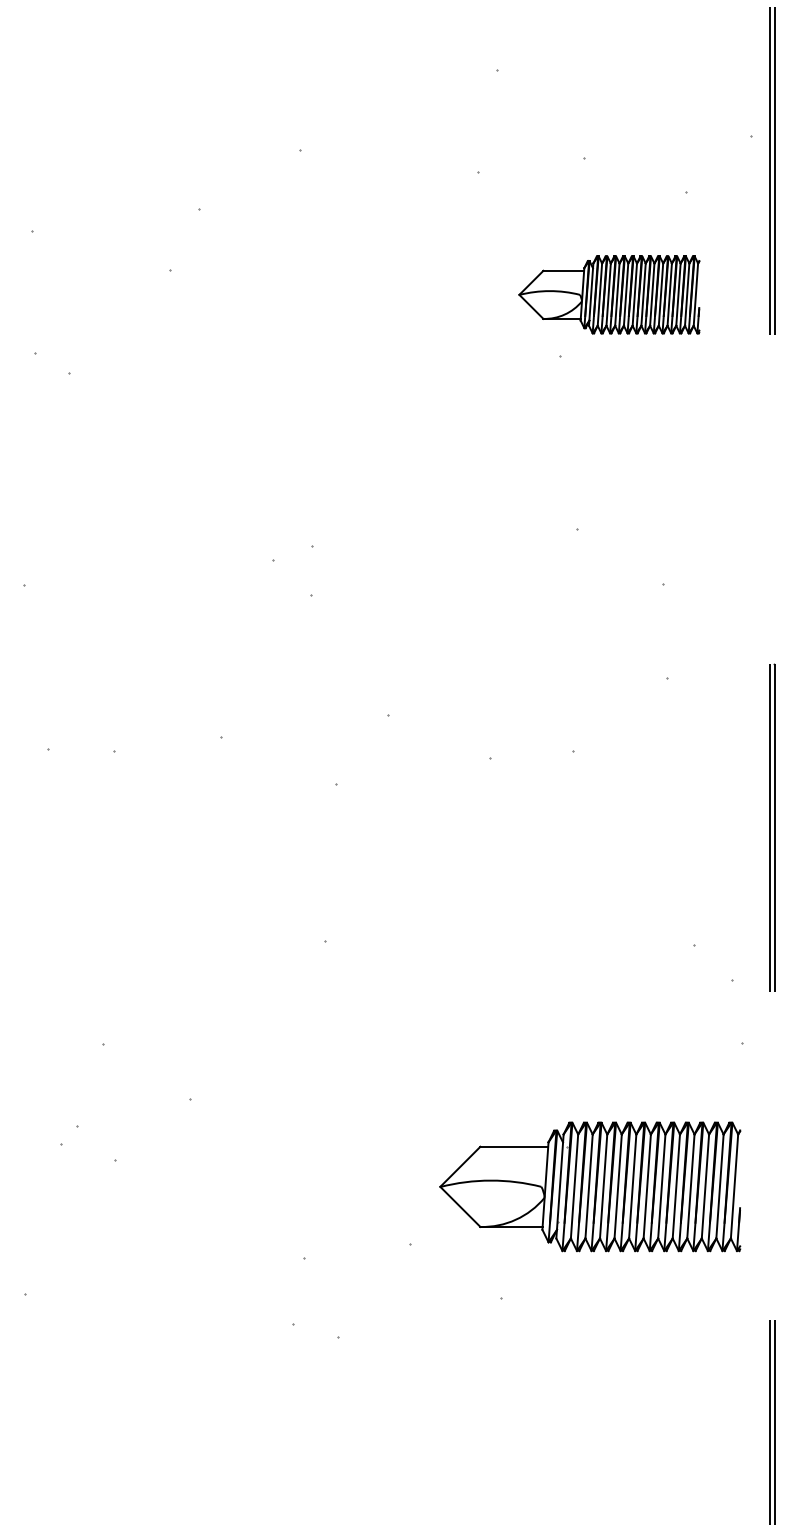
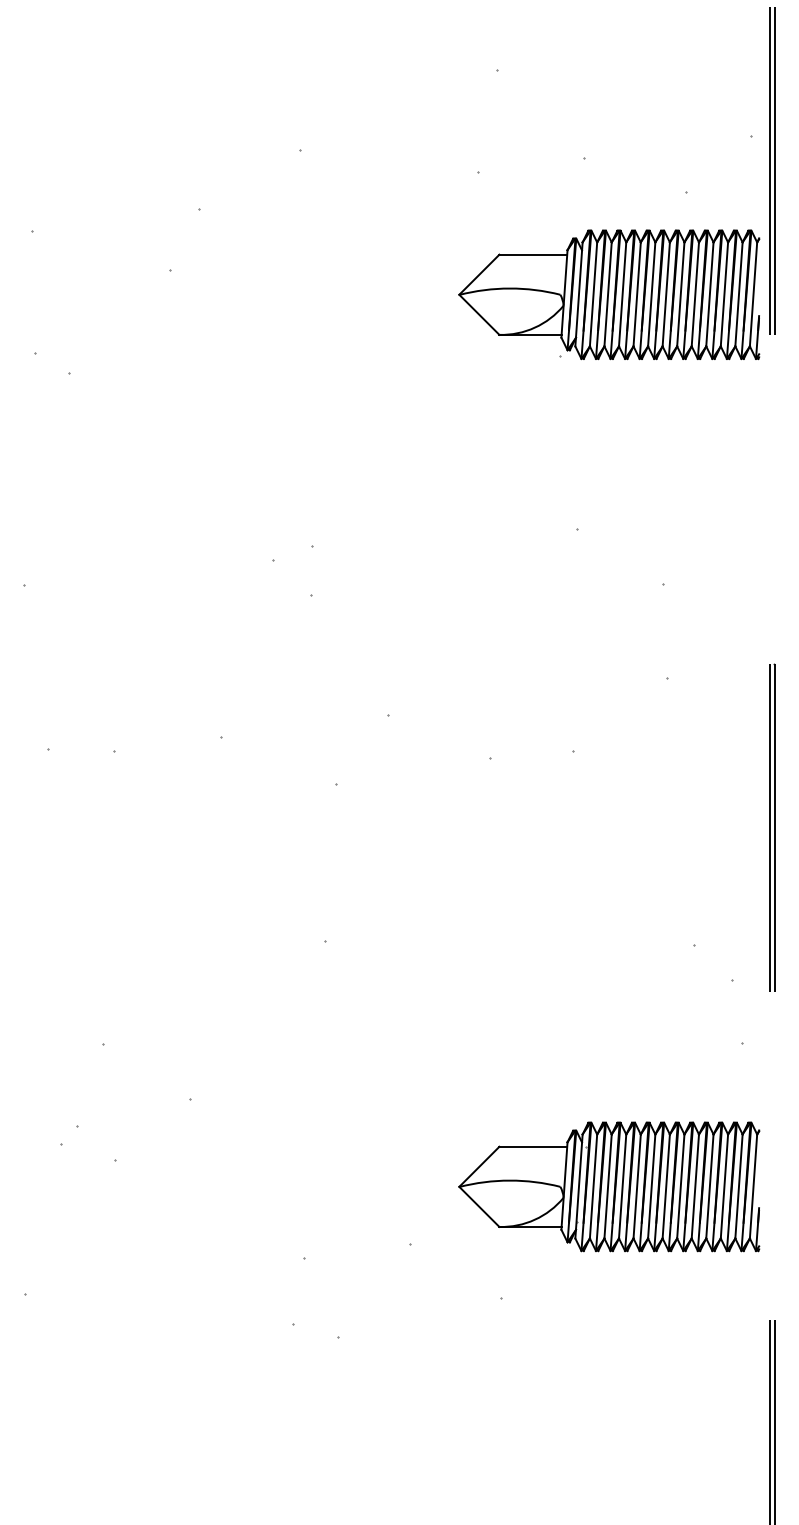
part at (609, 294) size: 183x80 px -> 303x132 px
part at (590, 1186) position: (590, 1186) -> (609, 1186)
